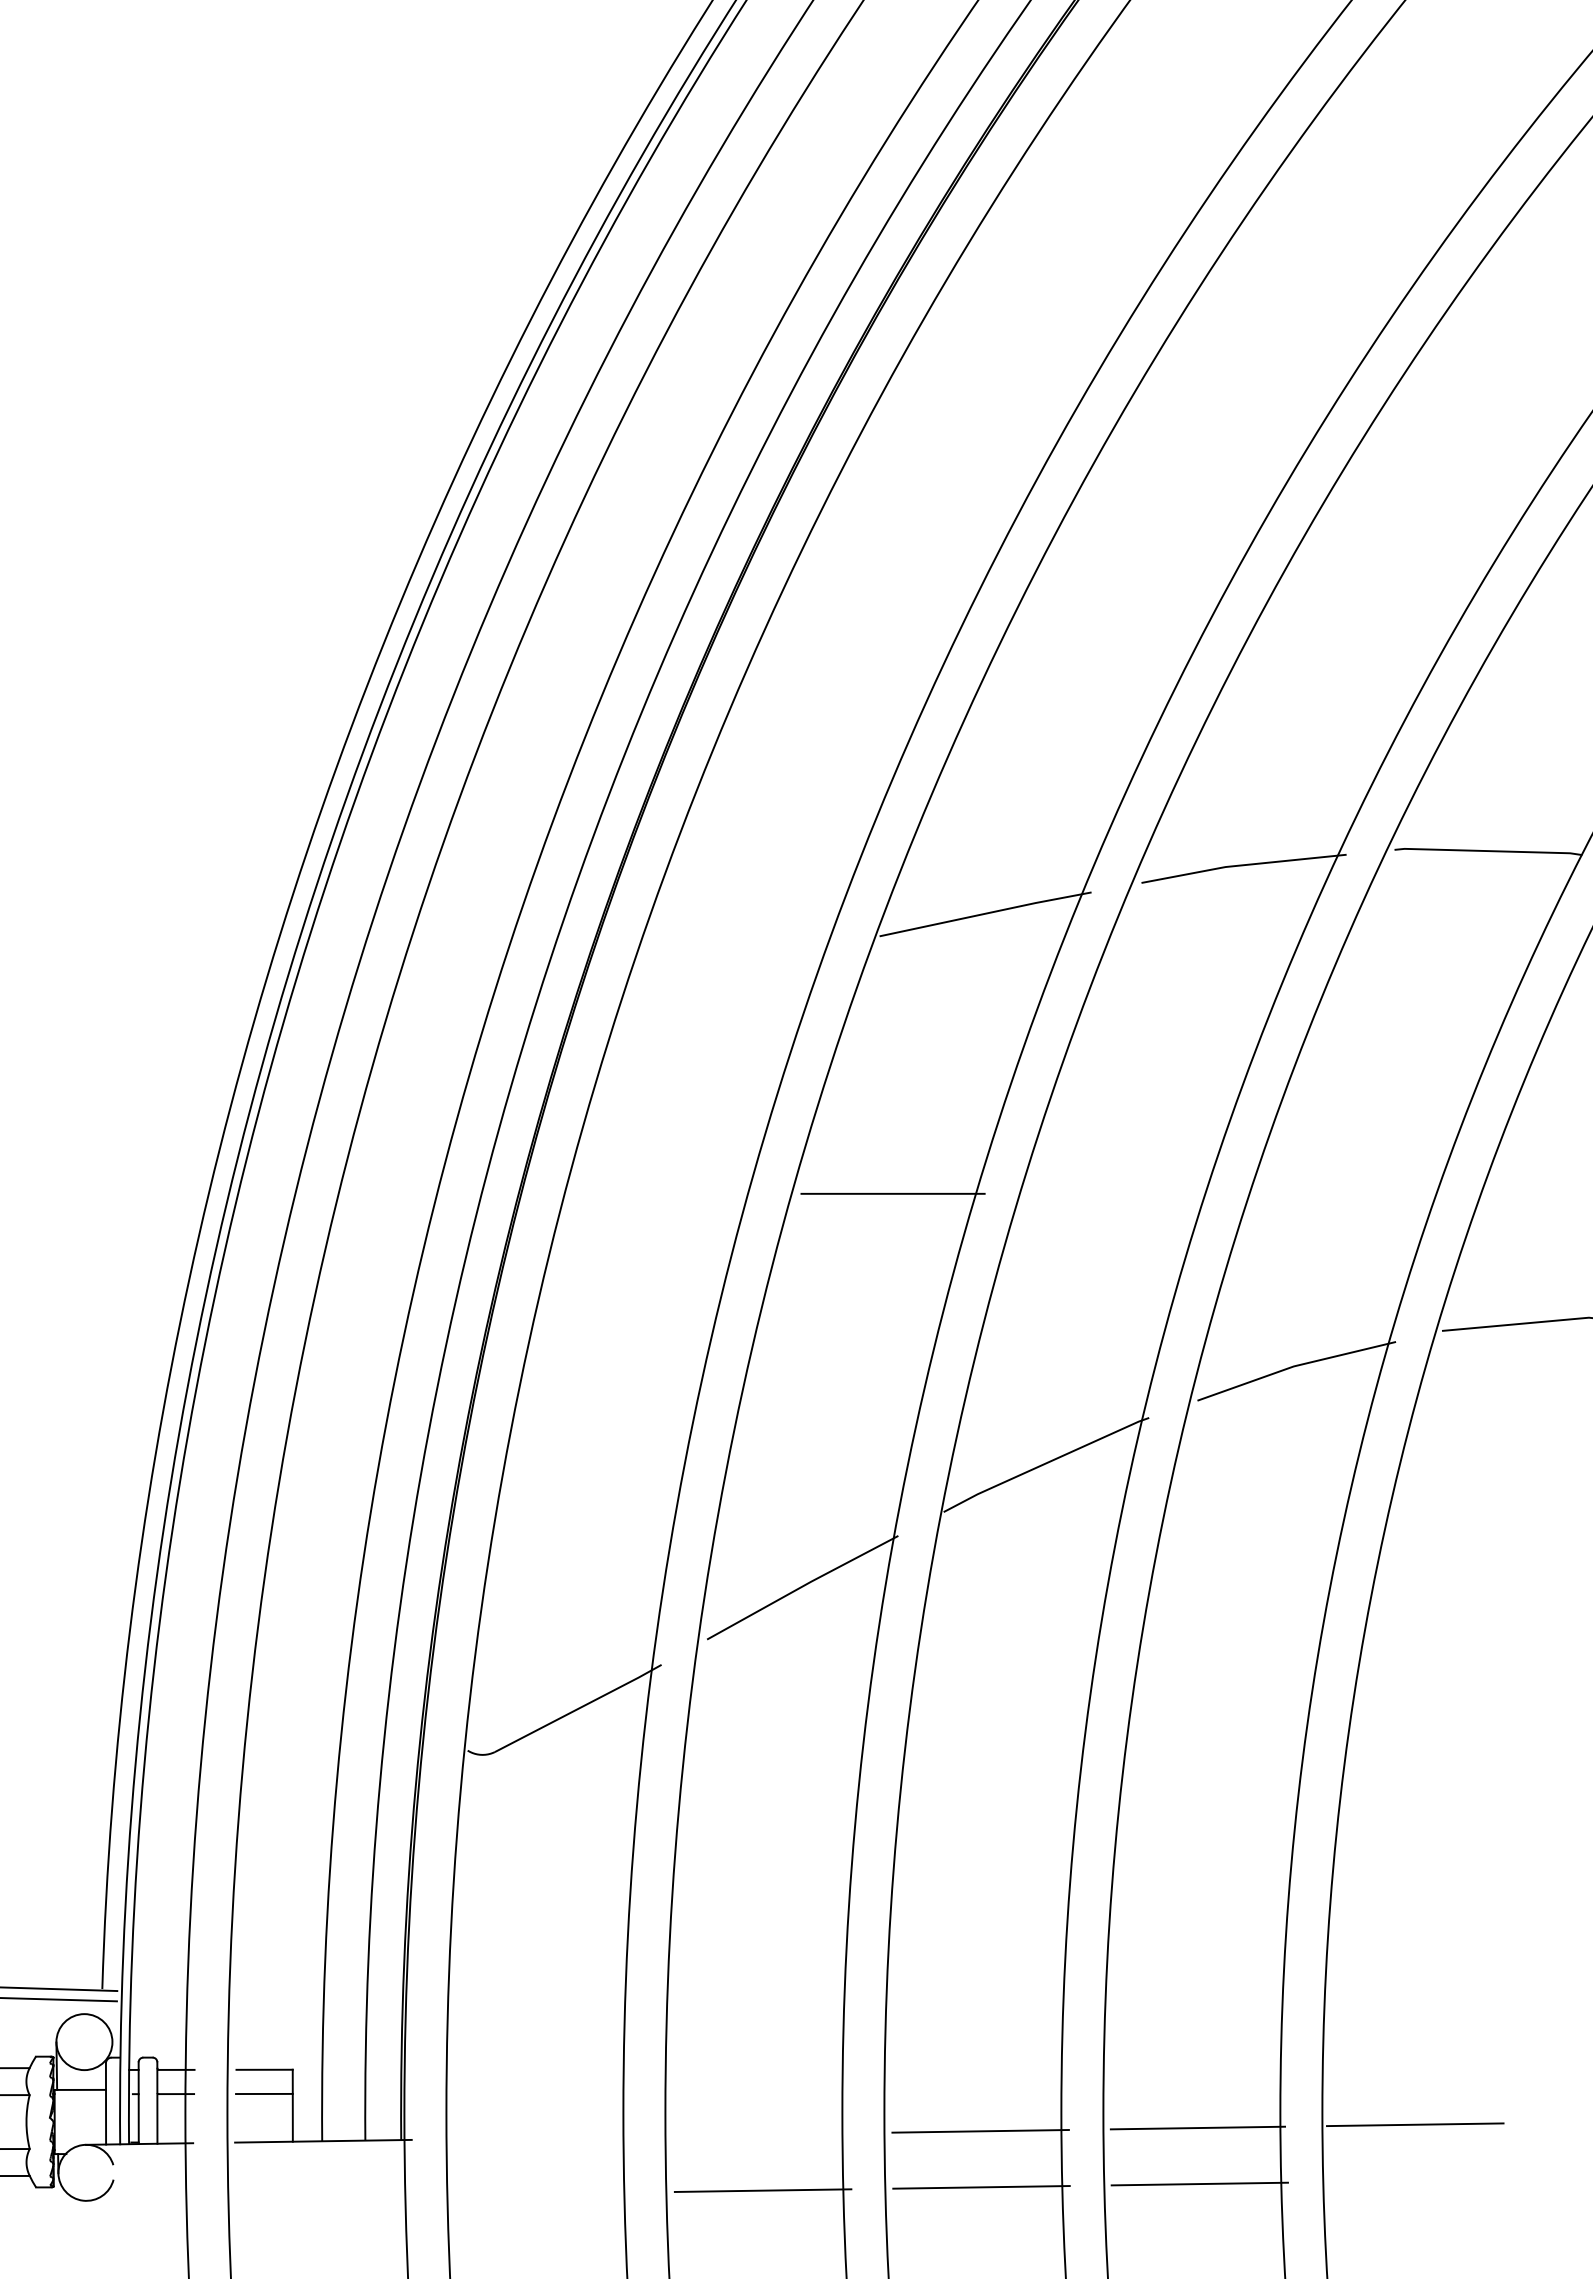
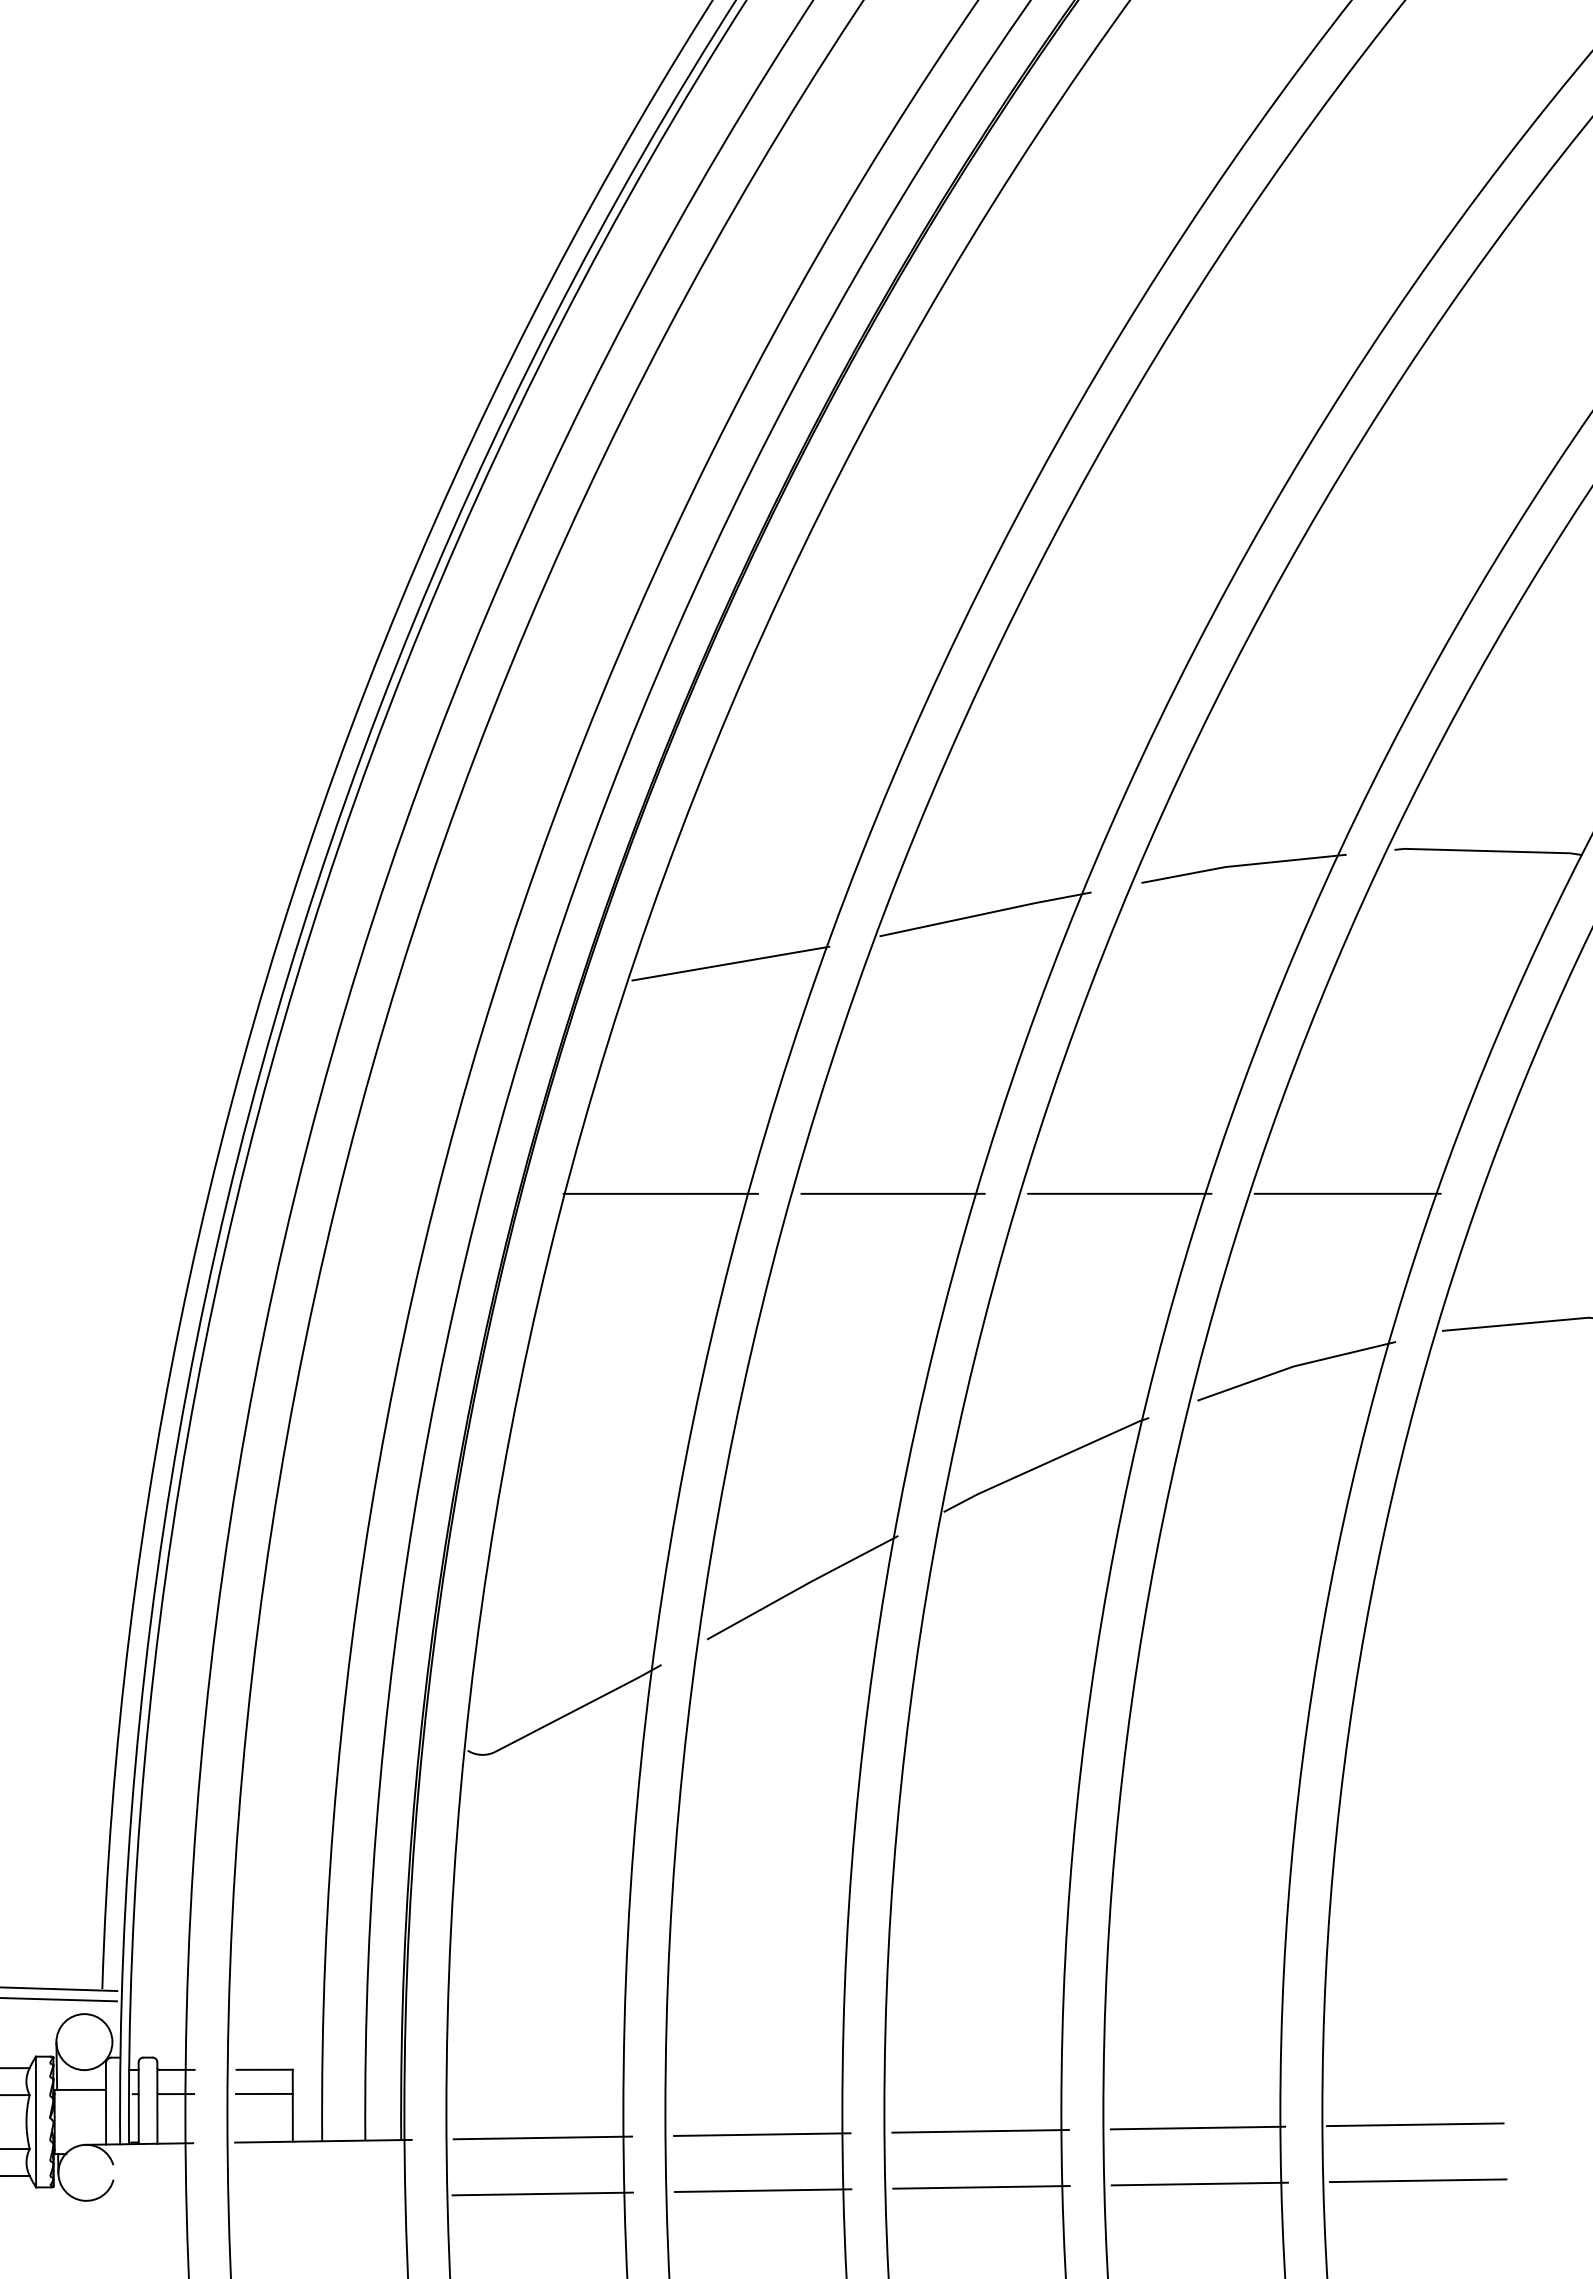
line at (730, 963): none -> present
line at (660, 1193): none -> present
line at (1119, 1193): none -> present
line at (1347, 1193): none -> present
line at (35, 2121): none -> present
line at (762, 2134): none -> present
line at (542, 2137): none -> present
line at (1417, 2180): none -> present
line at (542, 2193): none -> present
